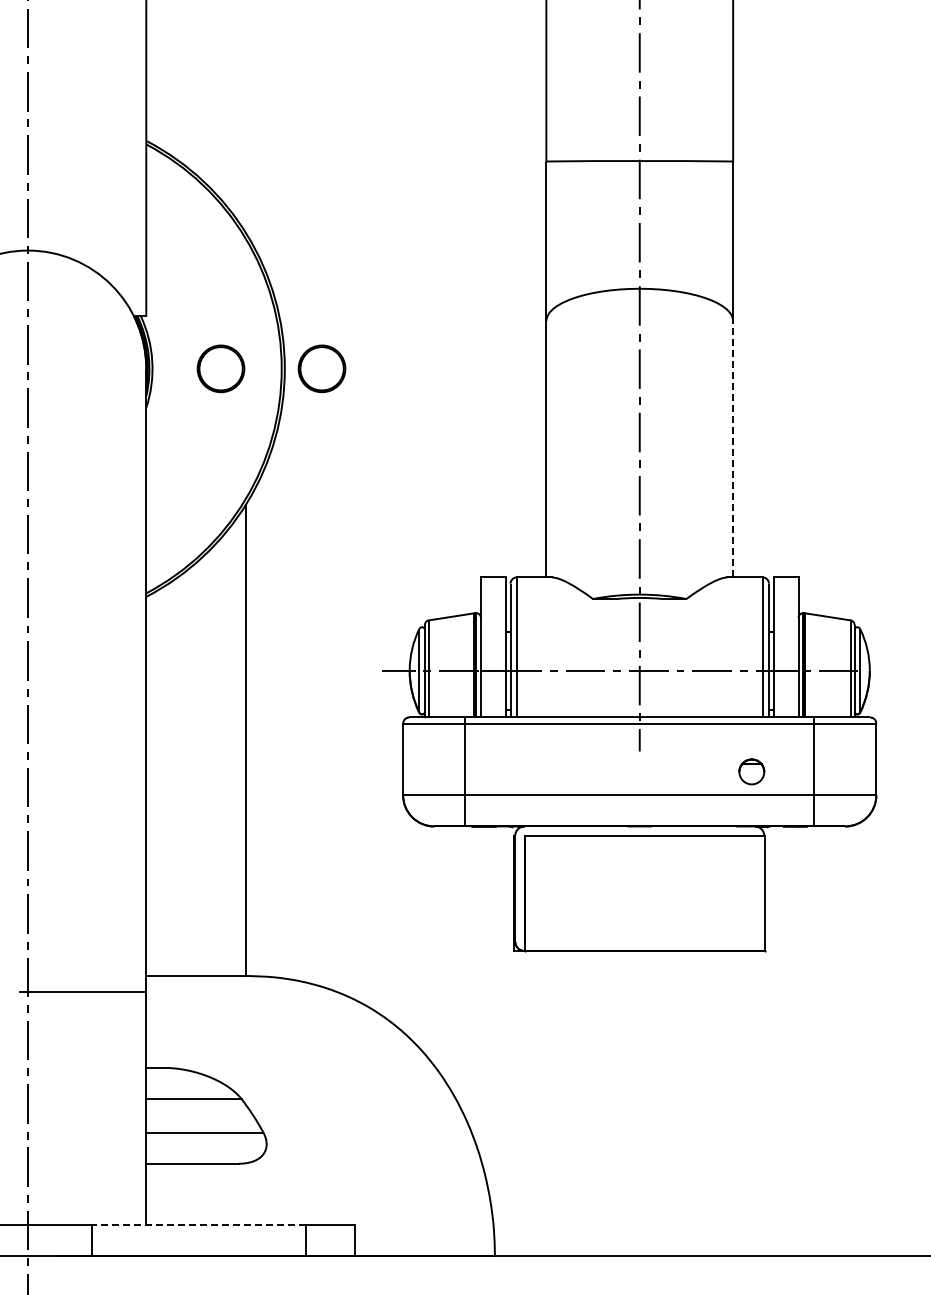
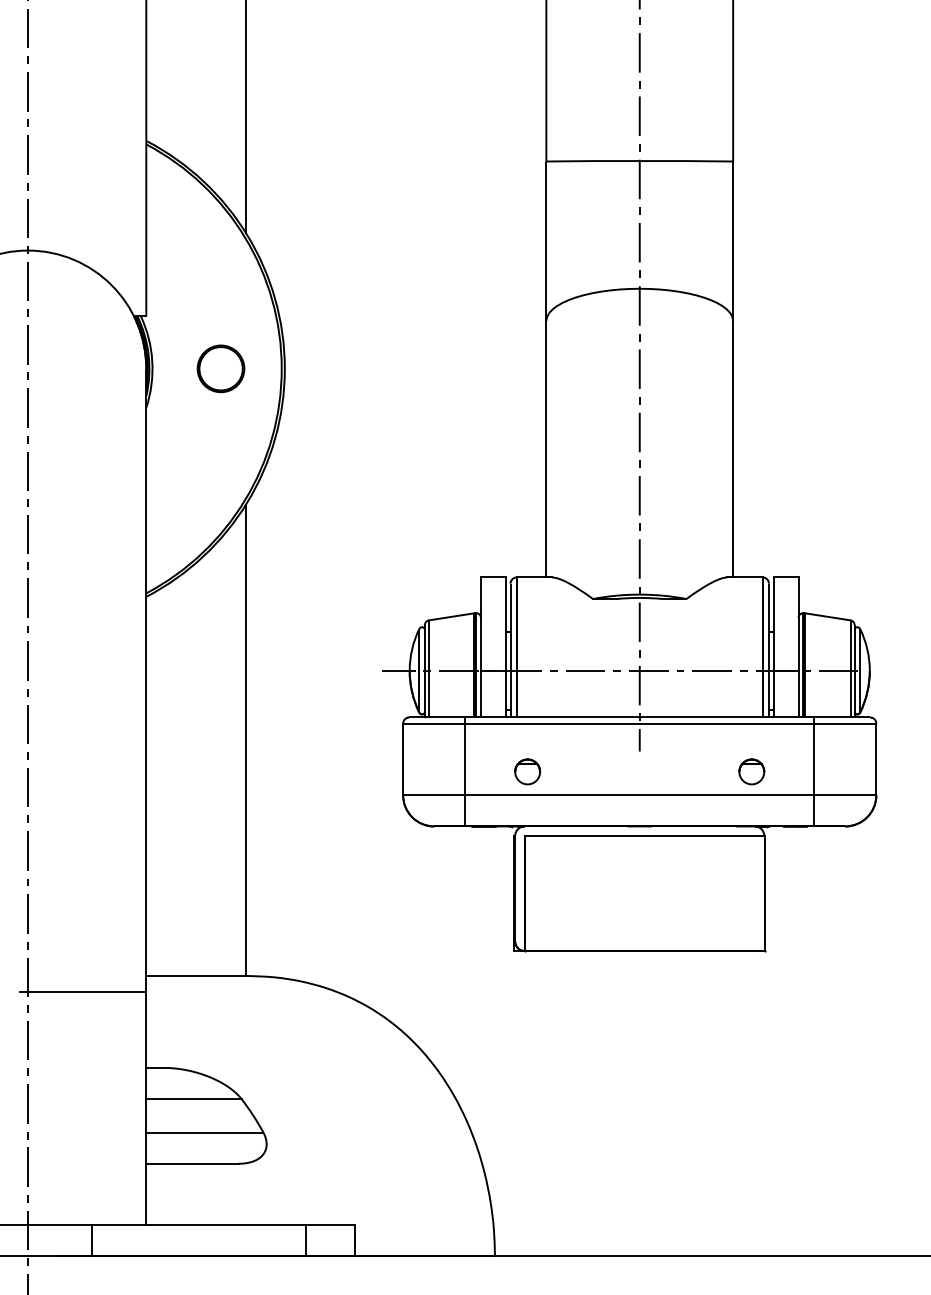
line at (245, 117): none -> present
part at (321, 368): present -> none
line at (733, 448): dashed -> solid
part at (527, 771): none -> present
line at (198, 1225): dashed -> solid
